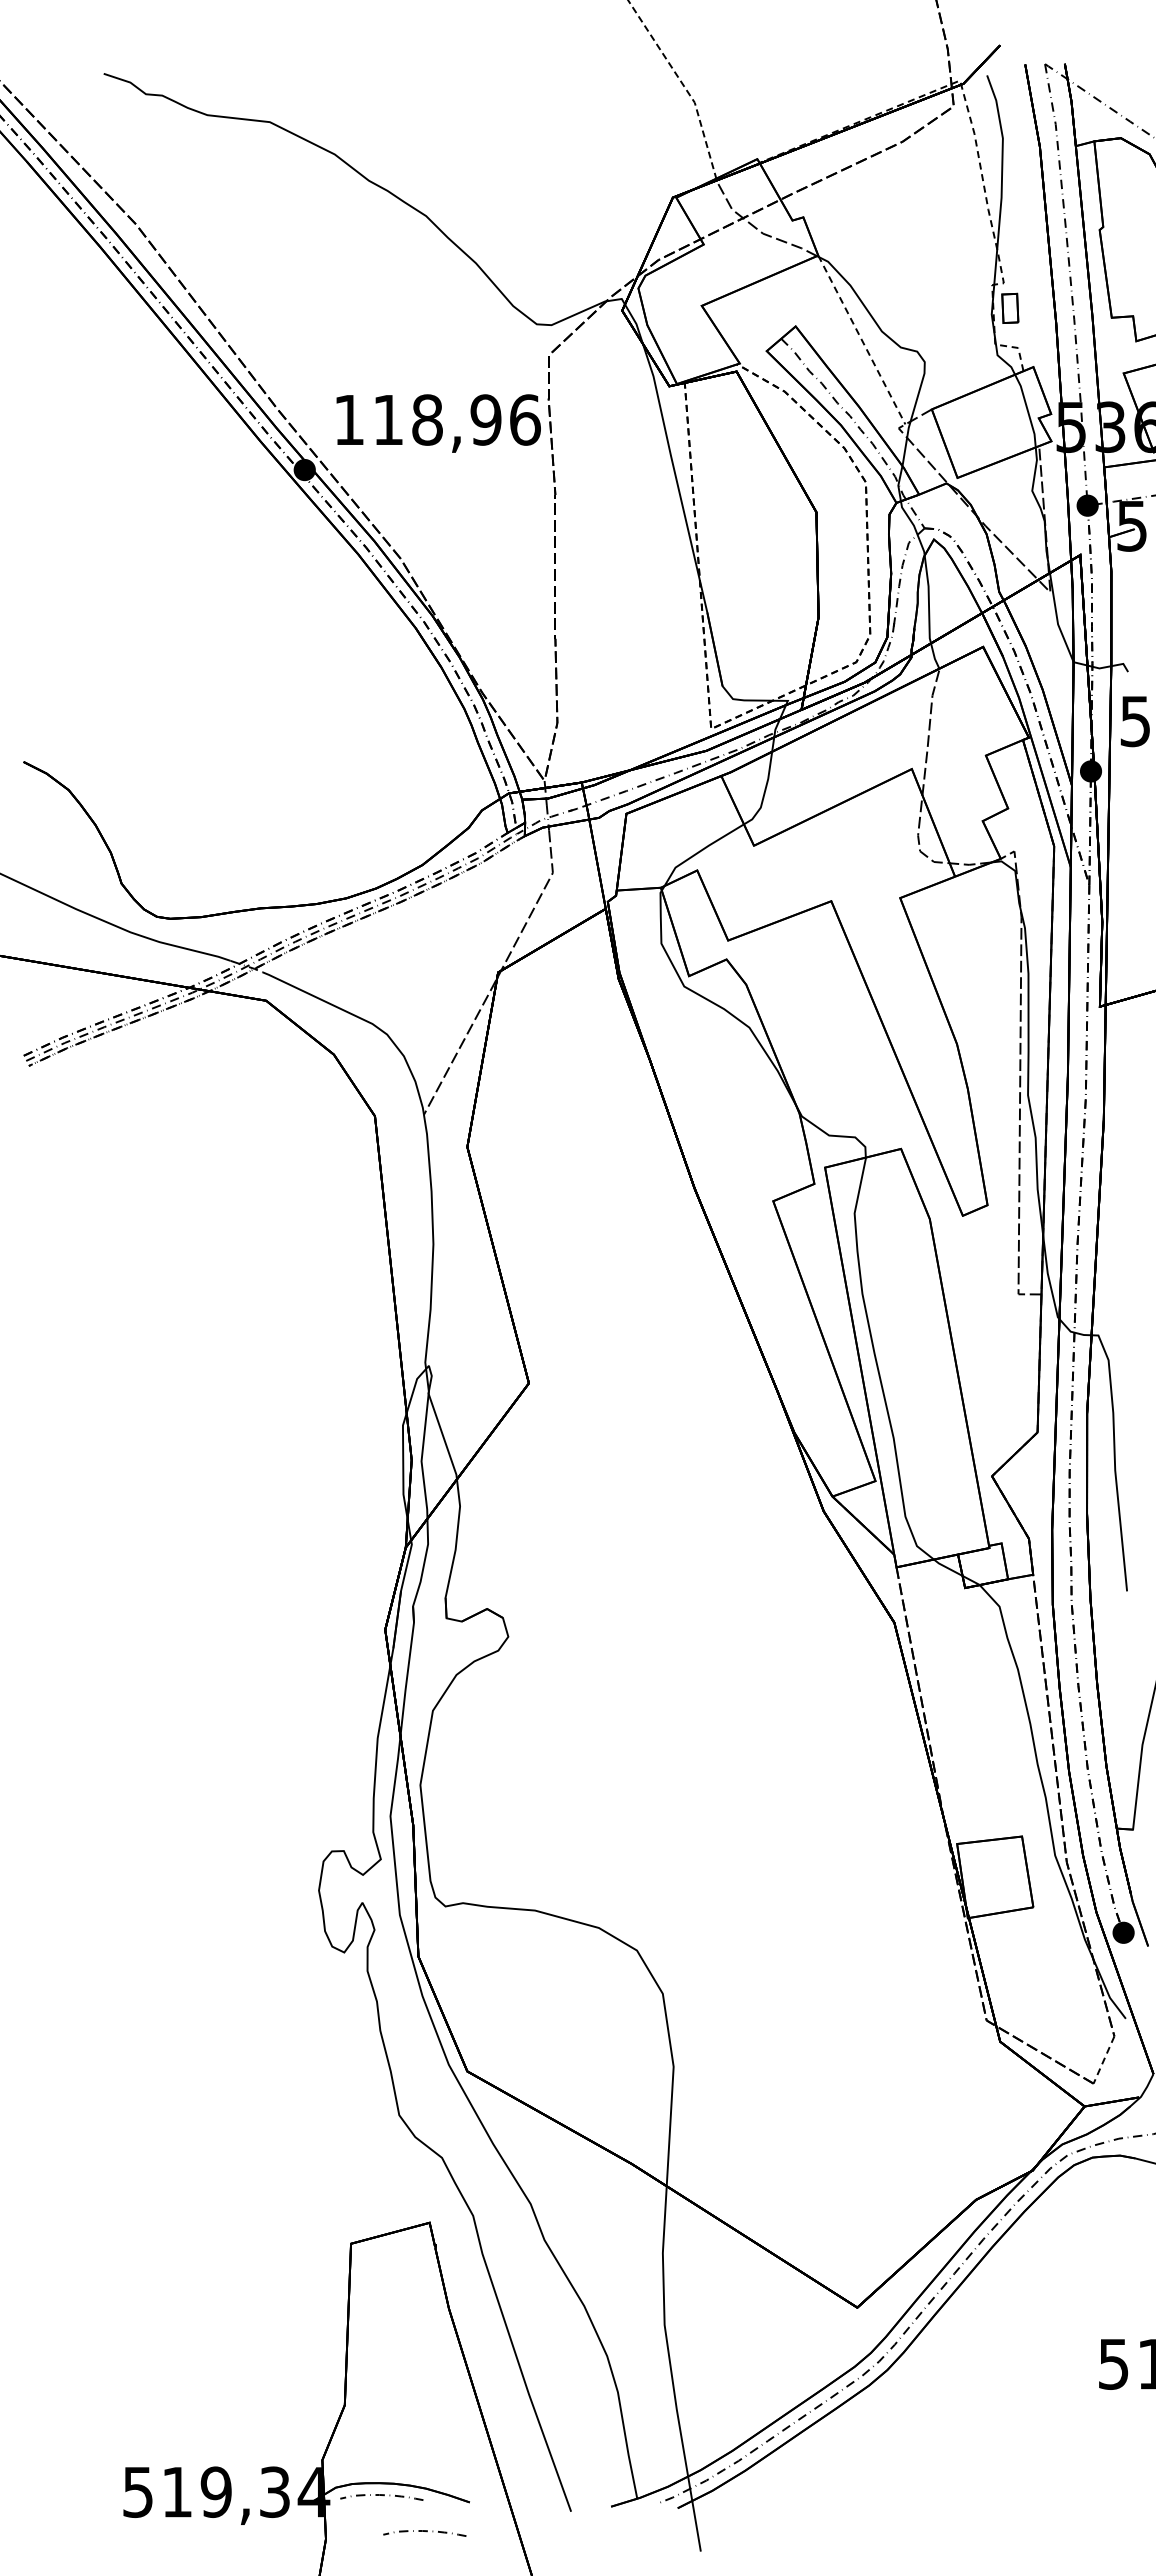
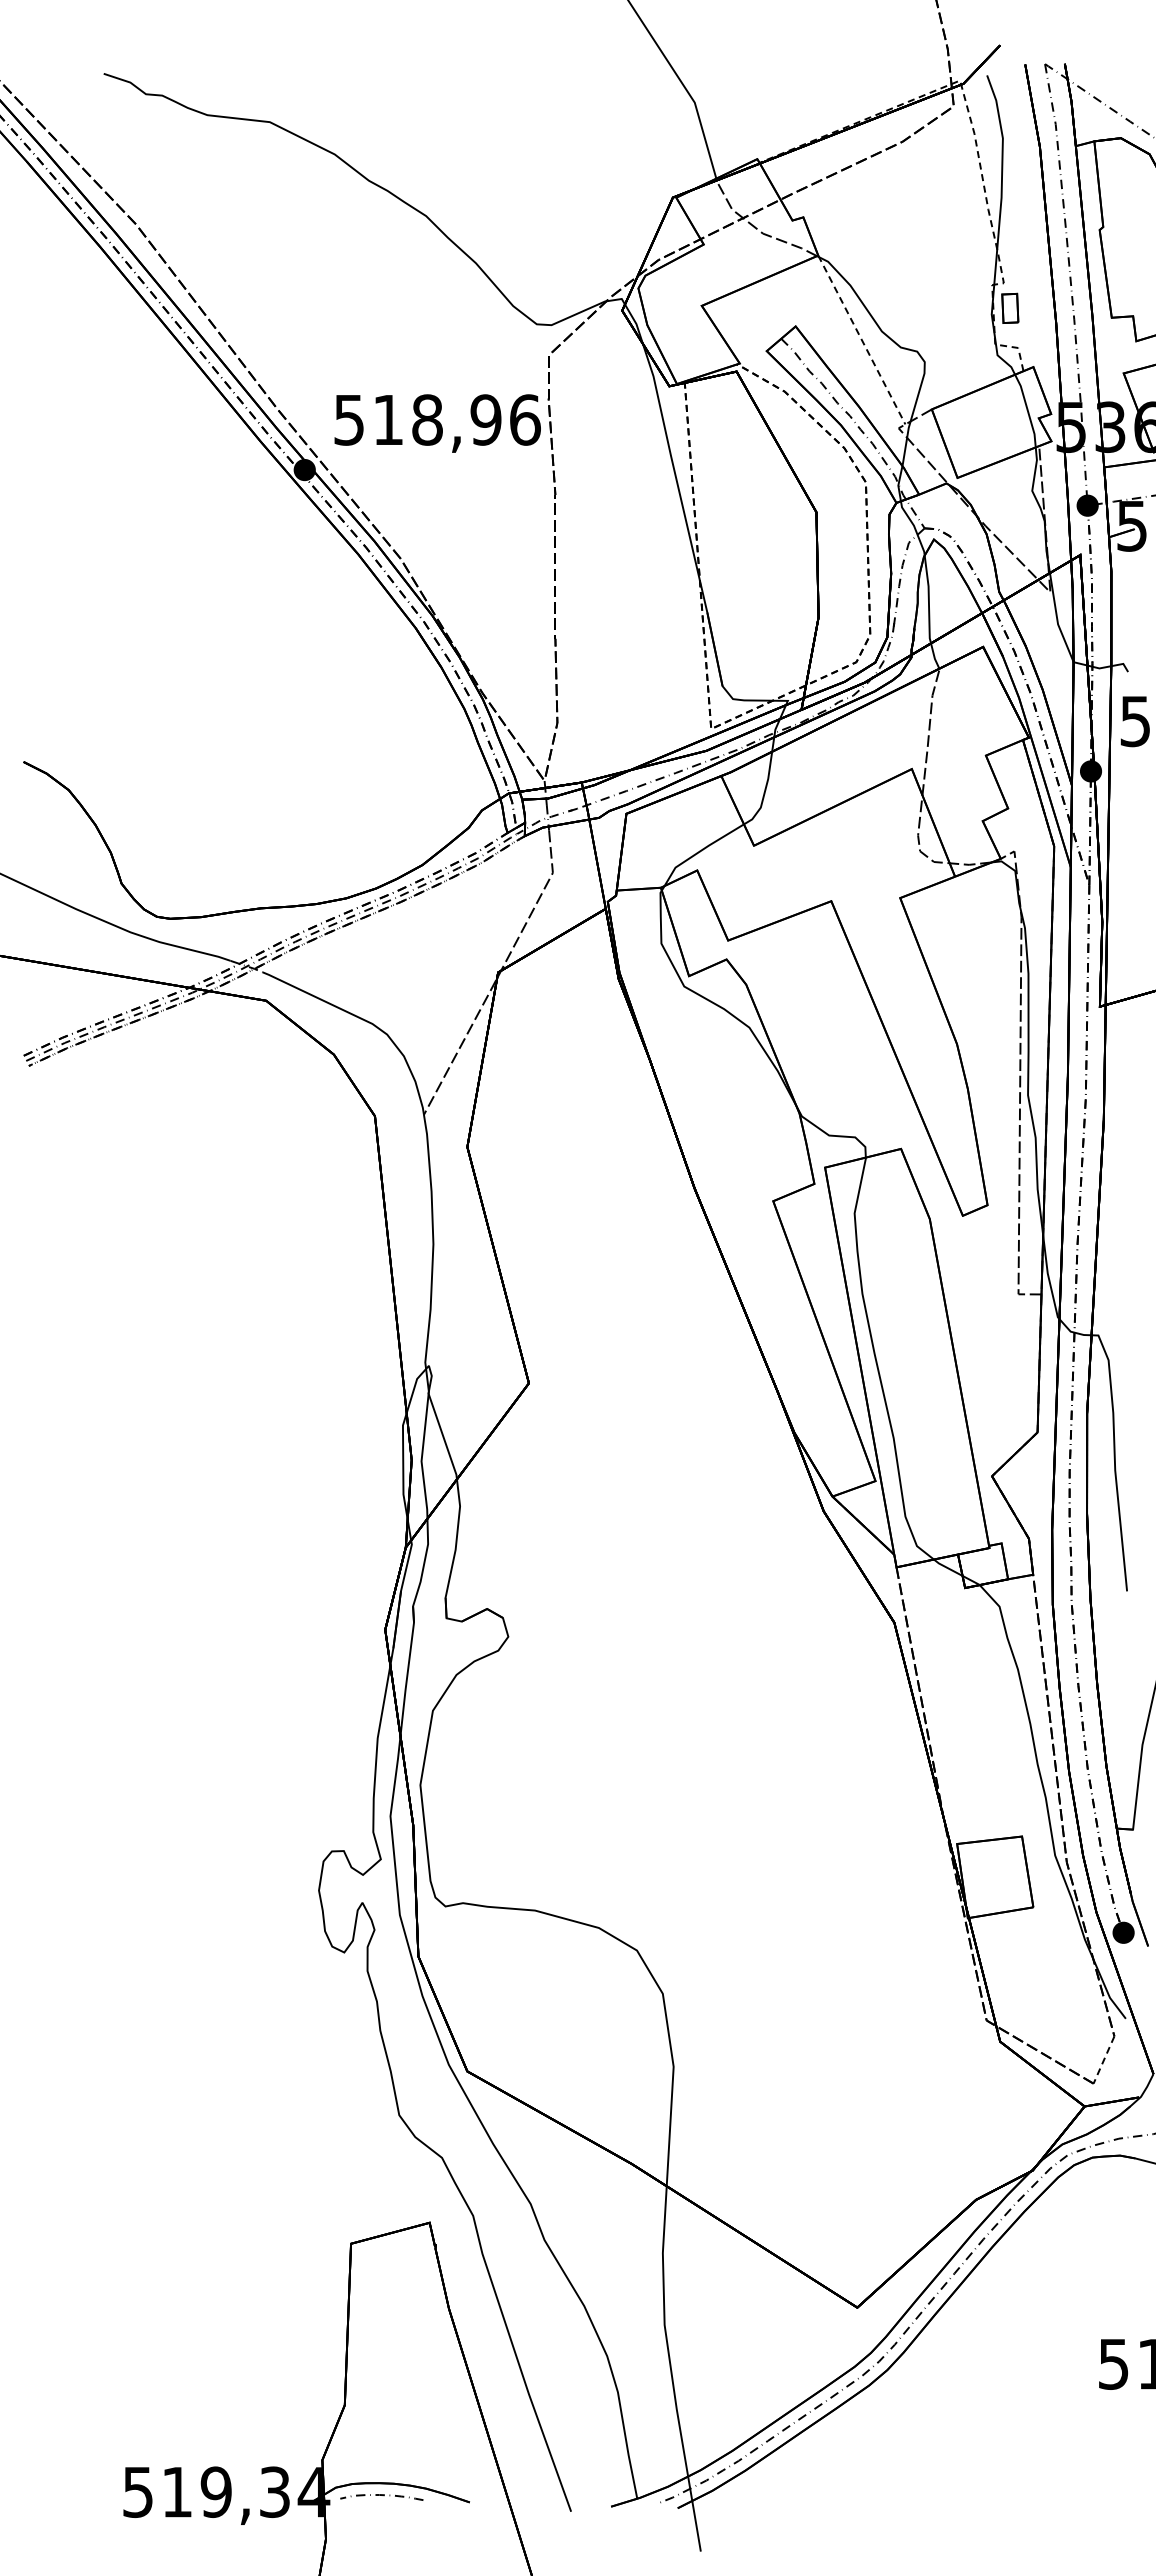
line at (683, 85): dashed -> solid
text at (348, 420): 118,96 -> 518,96
curve at (424, 2531): present -> none
